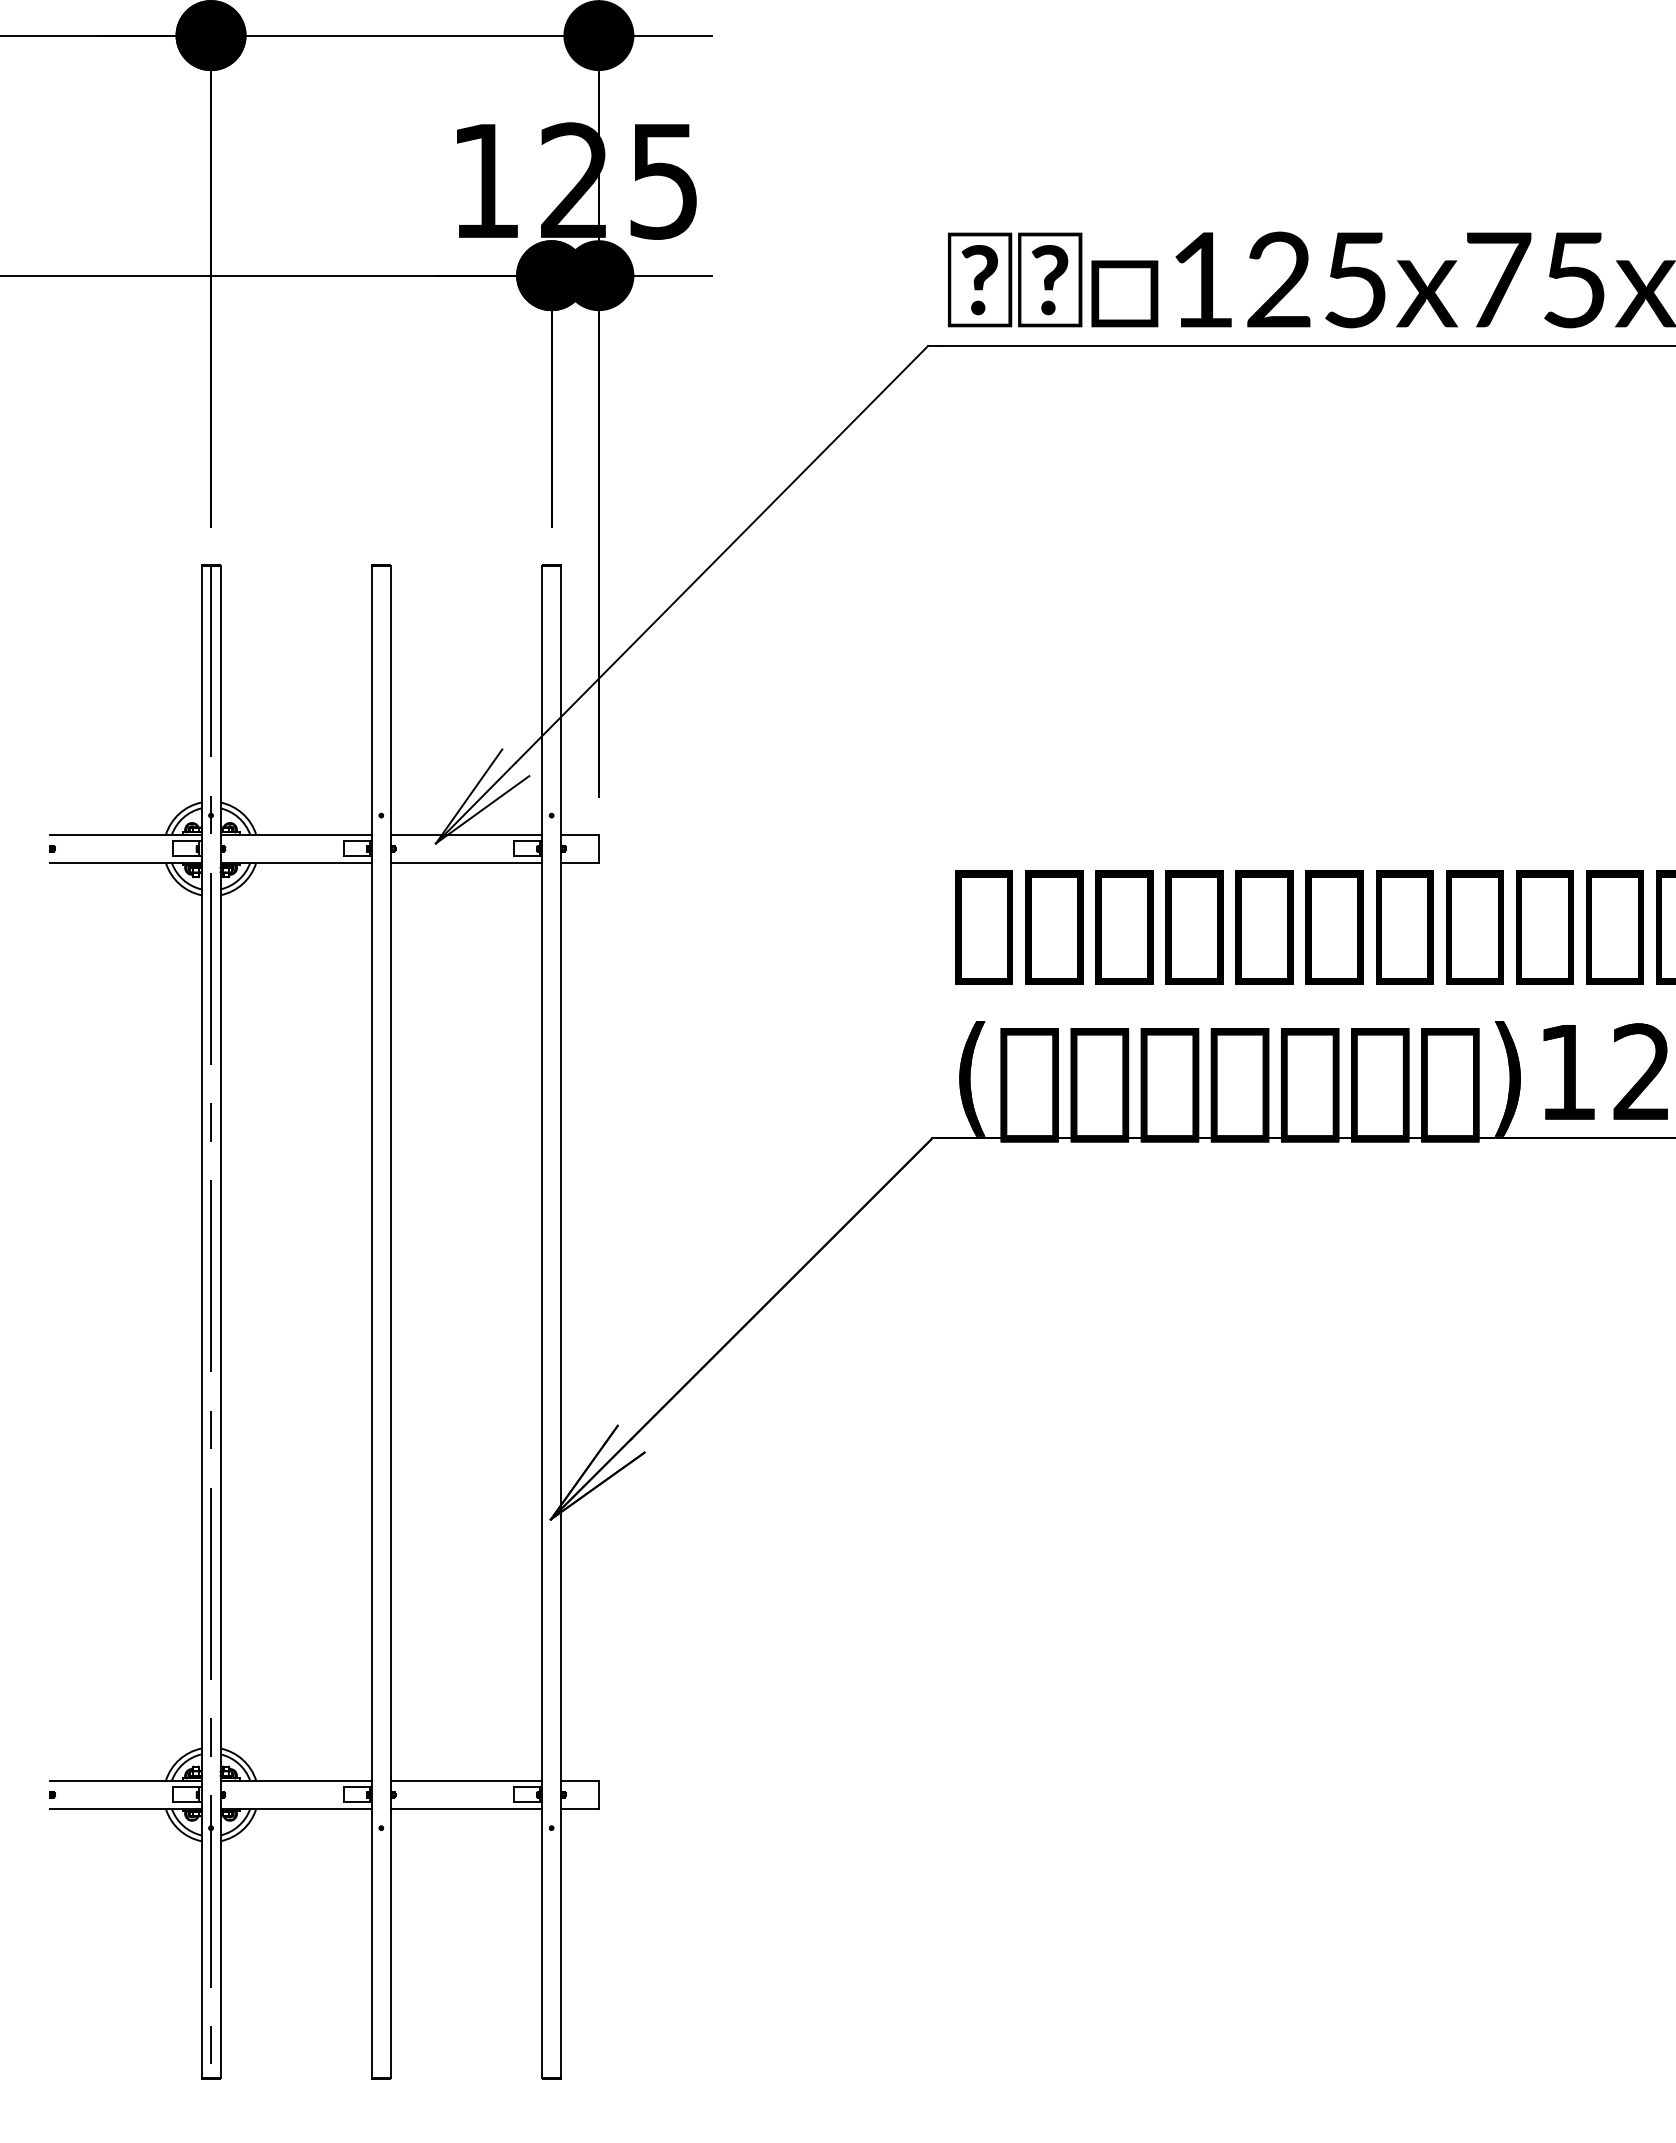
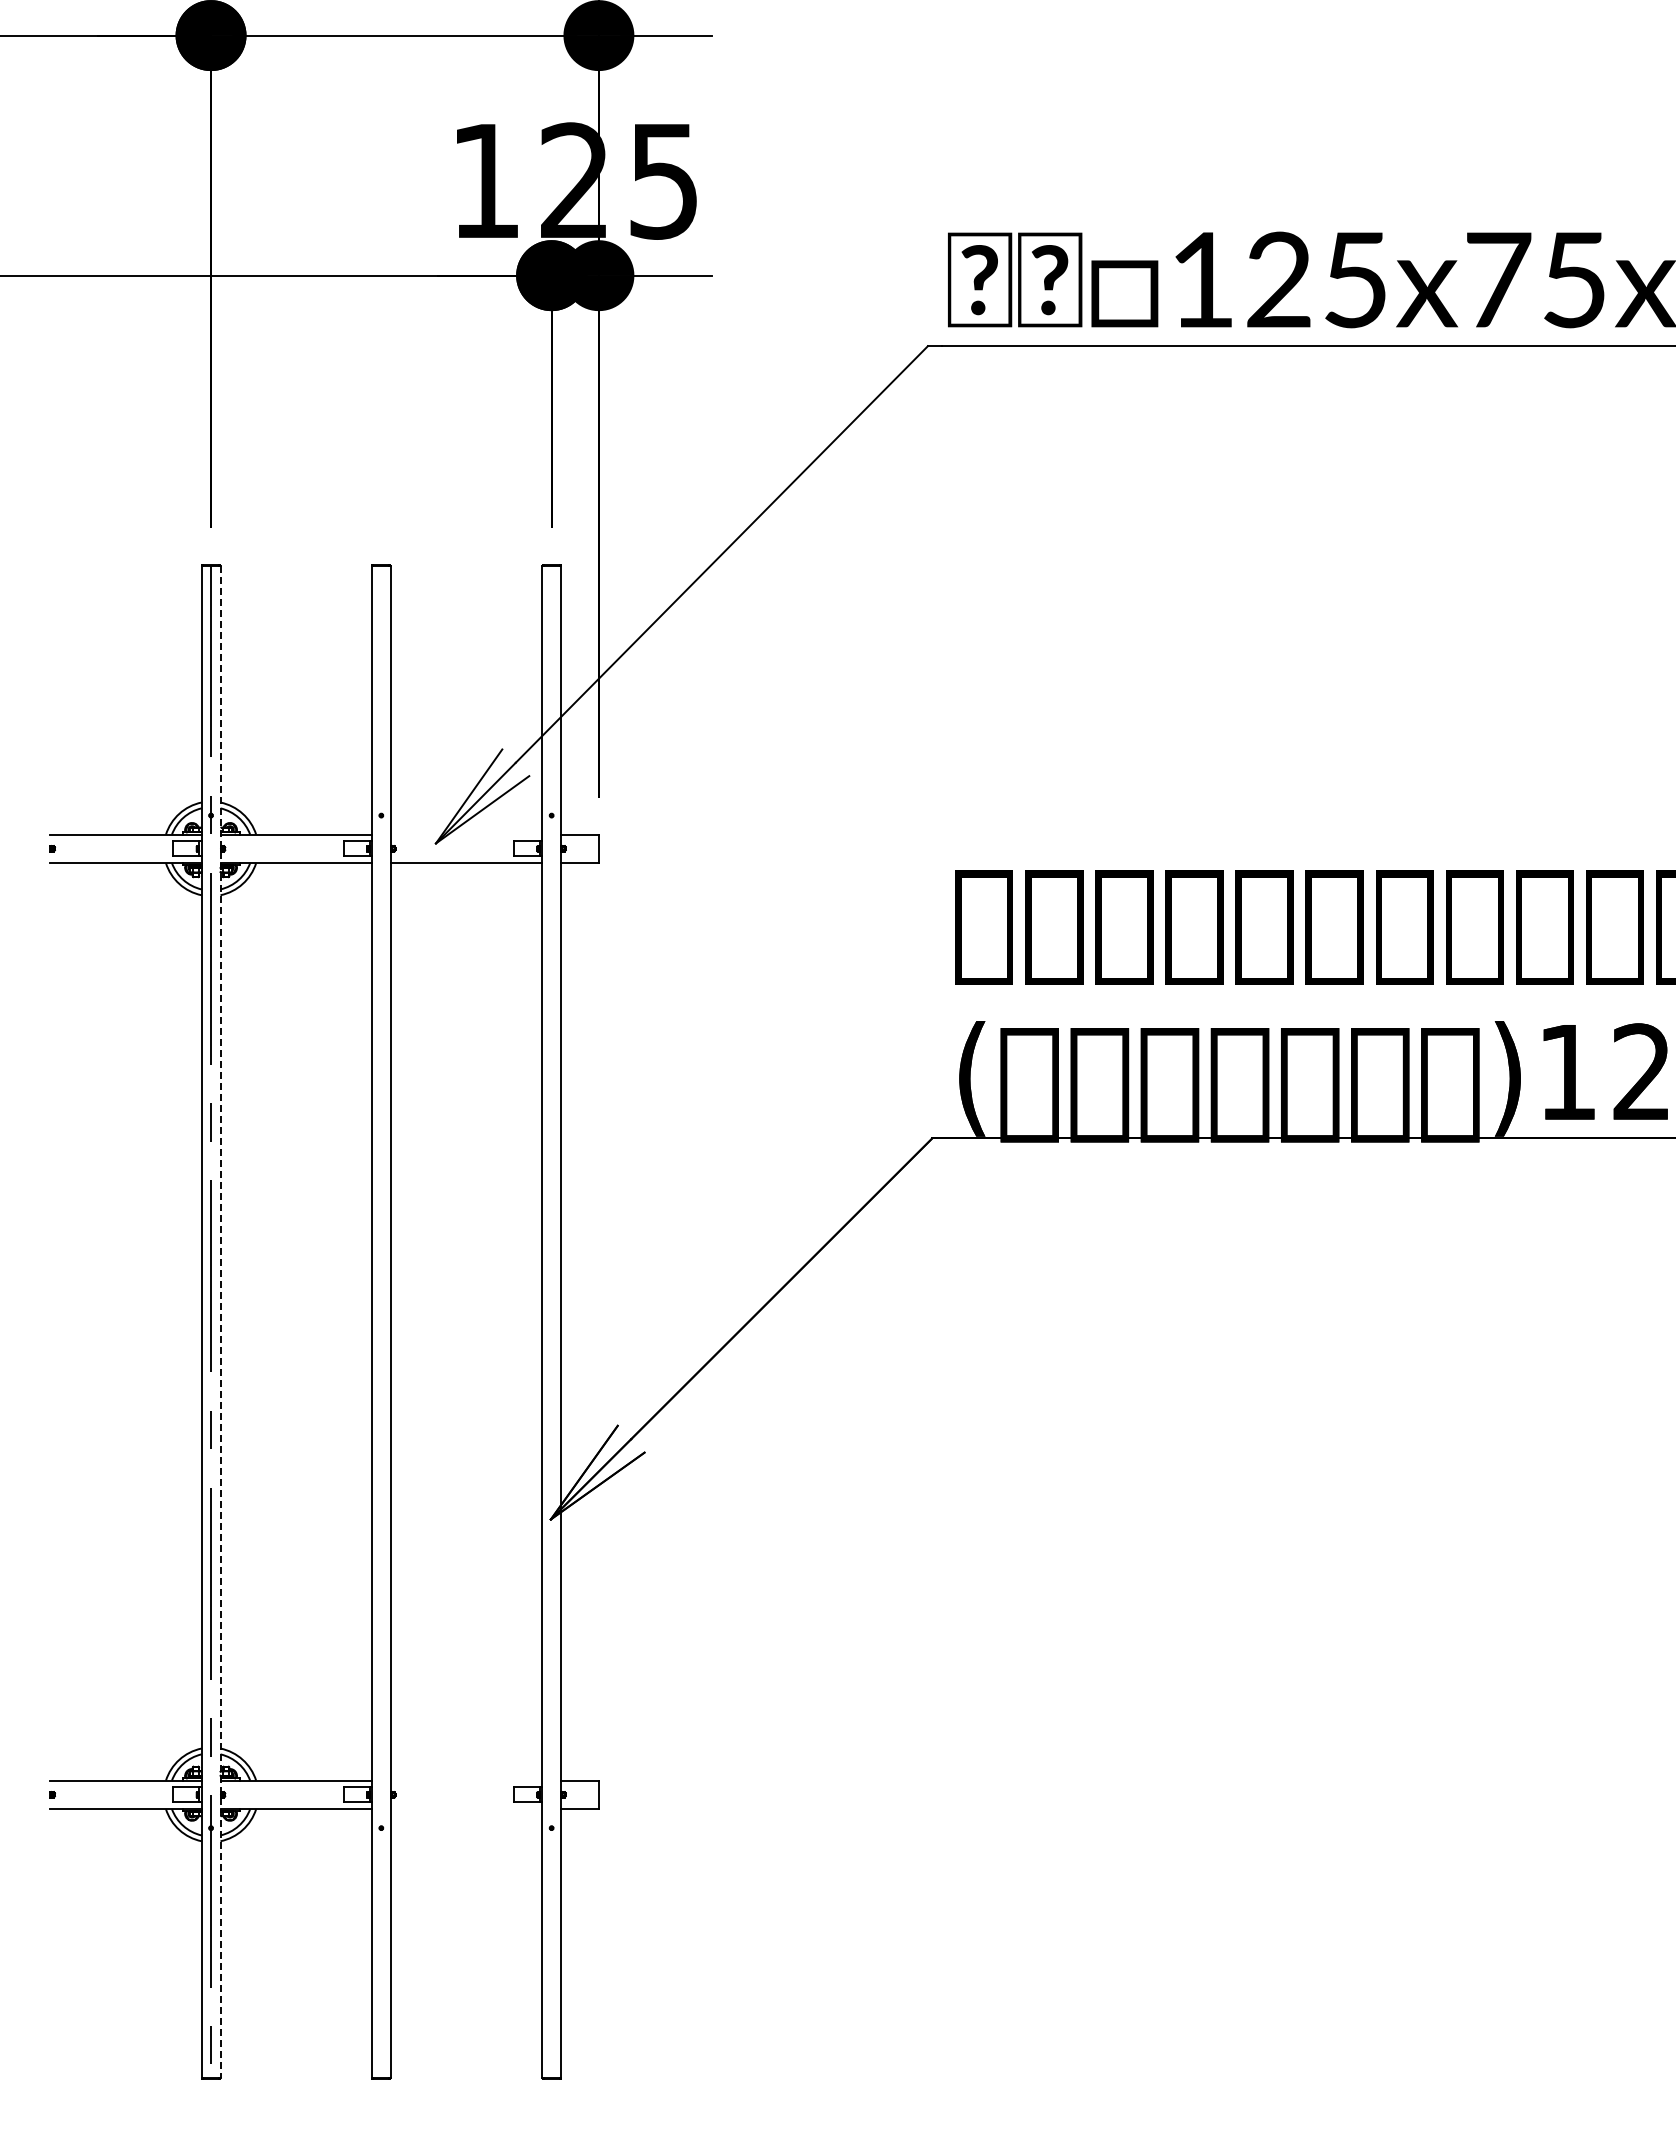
line at (466, 834): present -> none
line at (220, 1322): solid -> dashed
line at (466, 1780): present -> none
line at (466, 1809): present -> none
